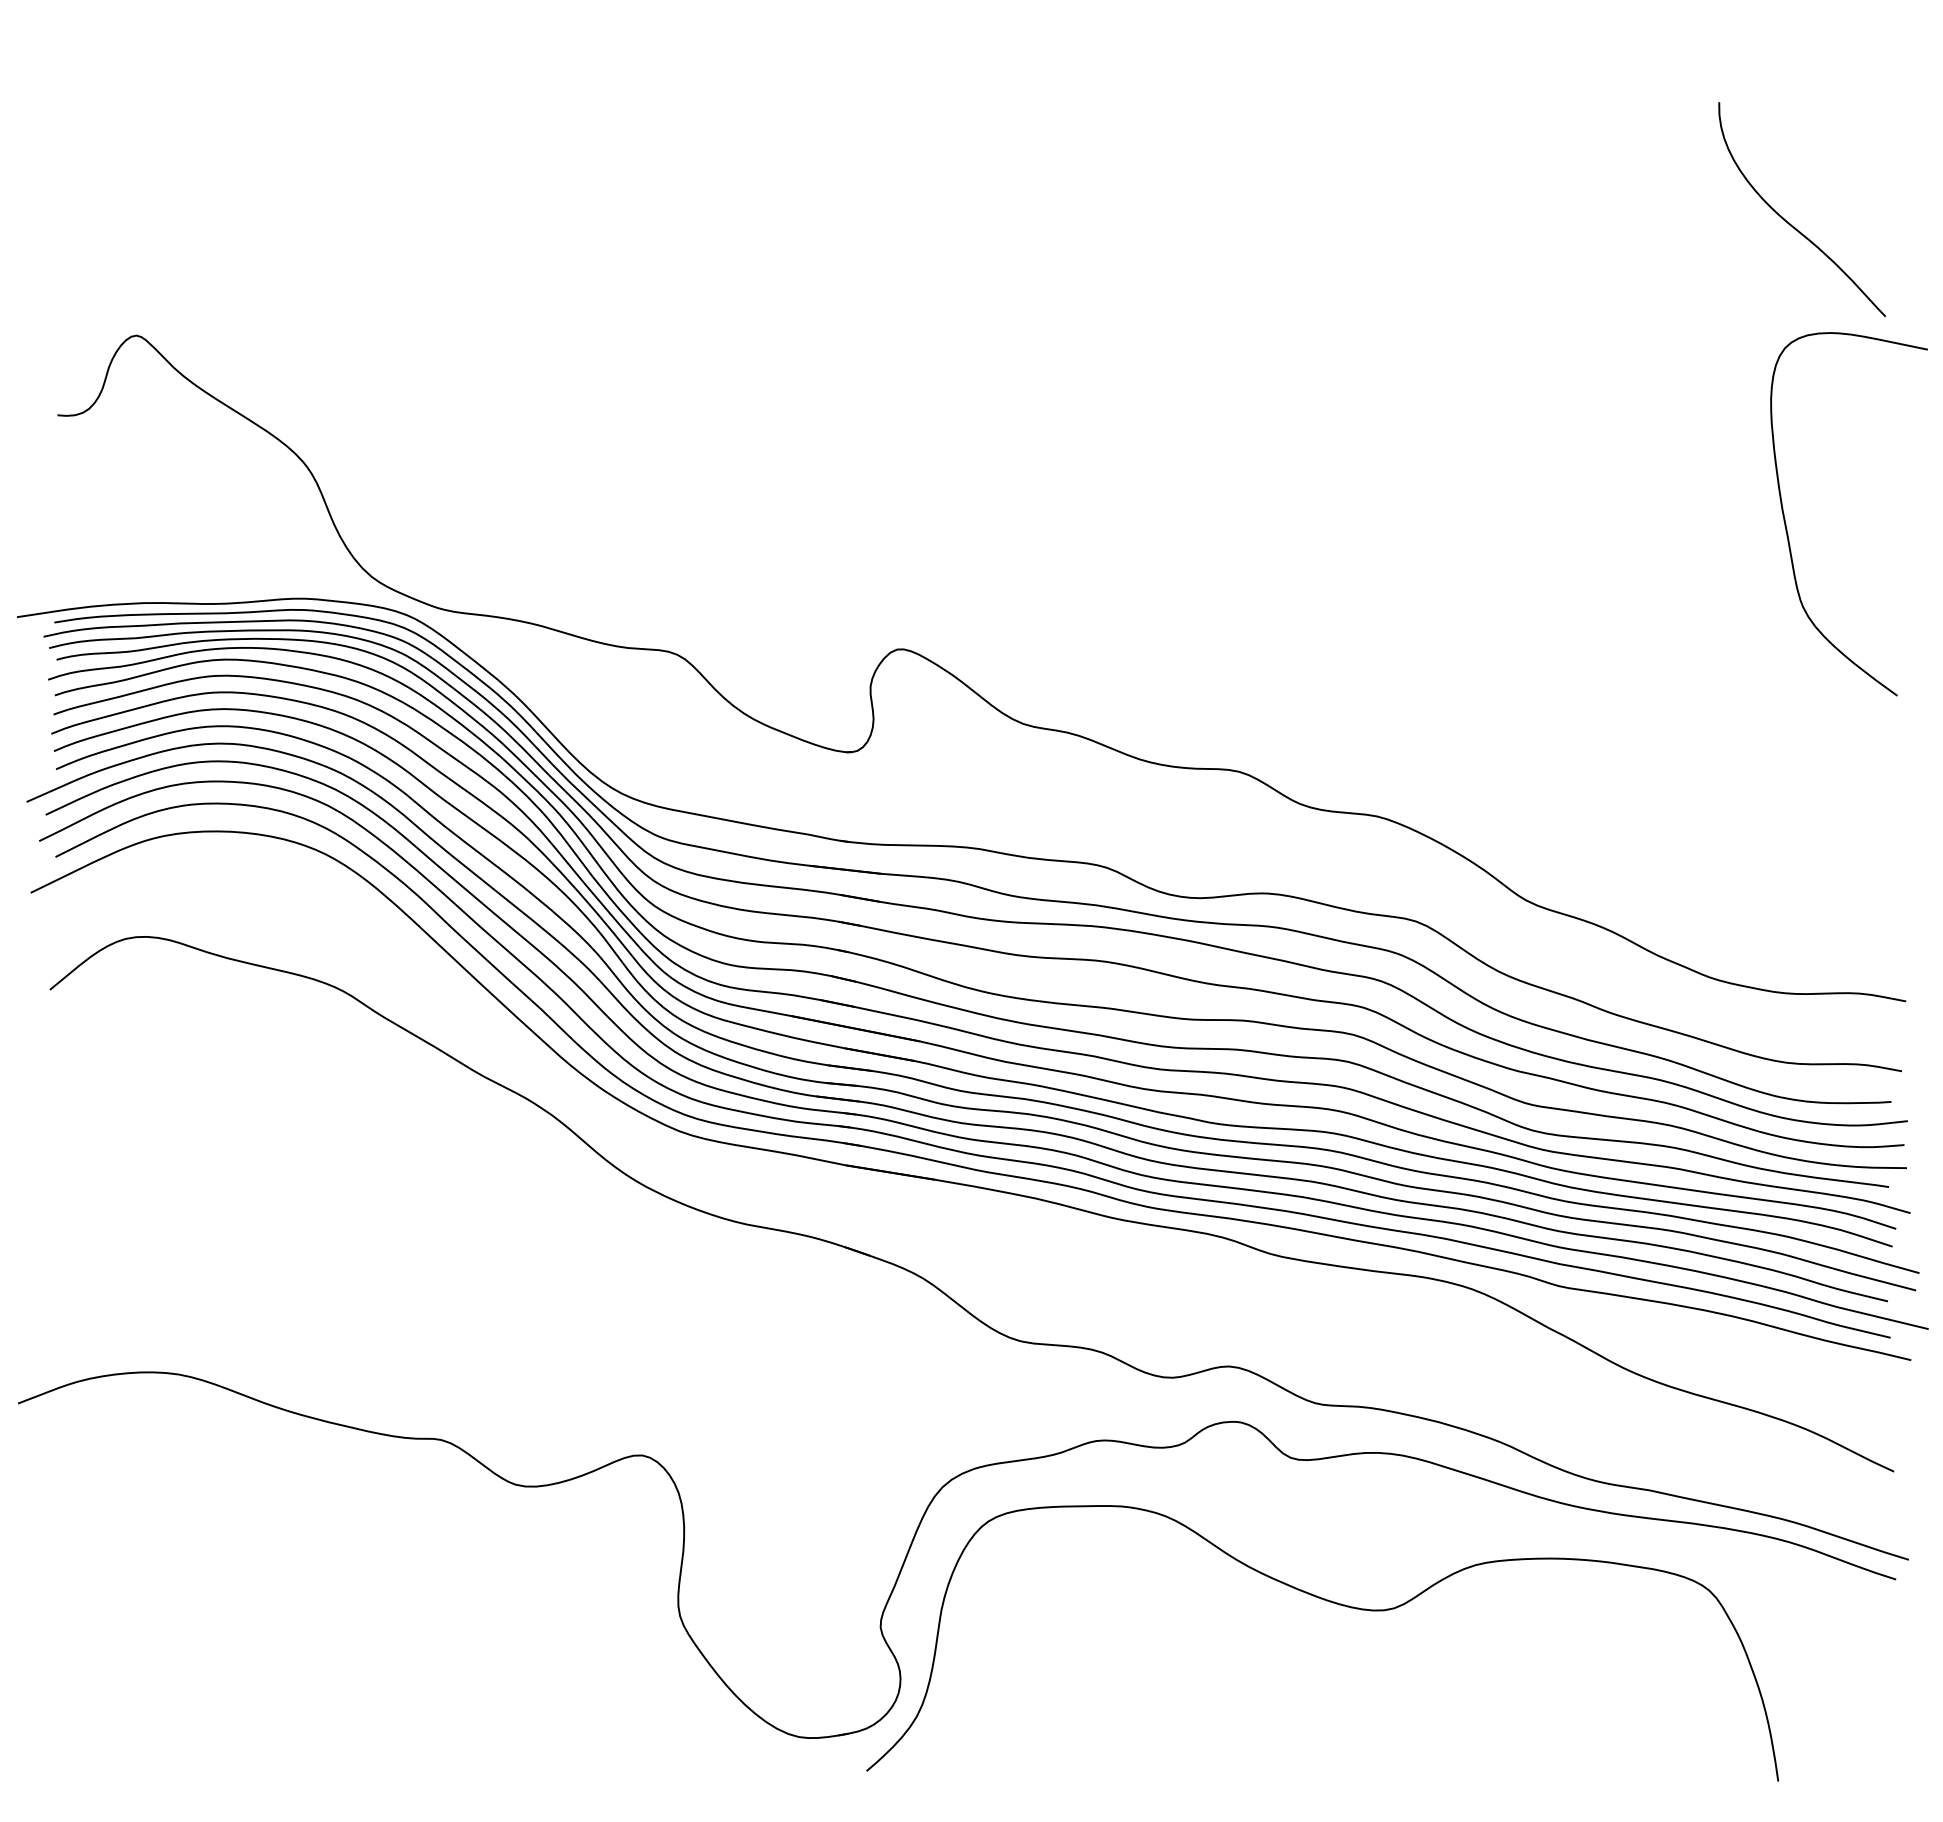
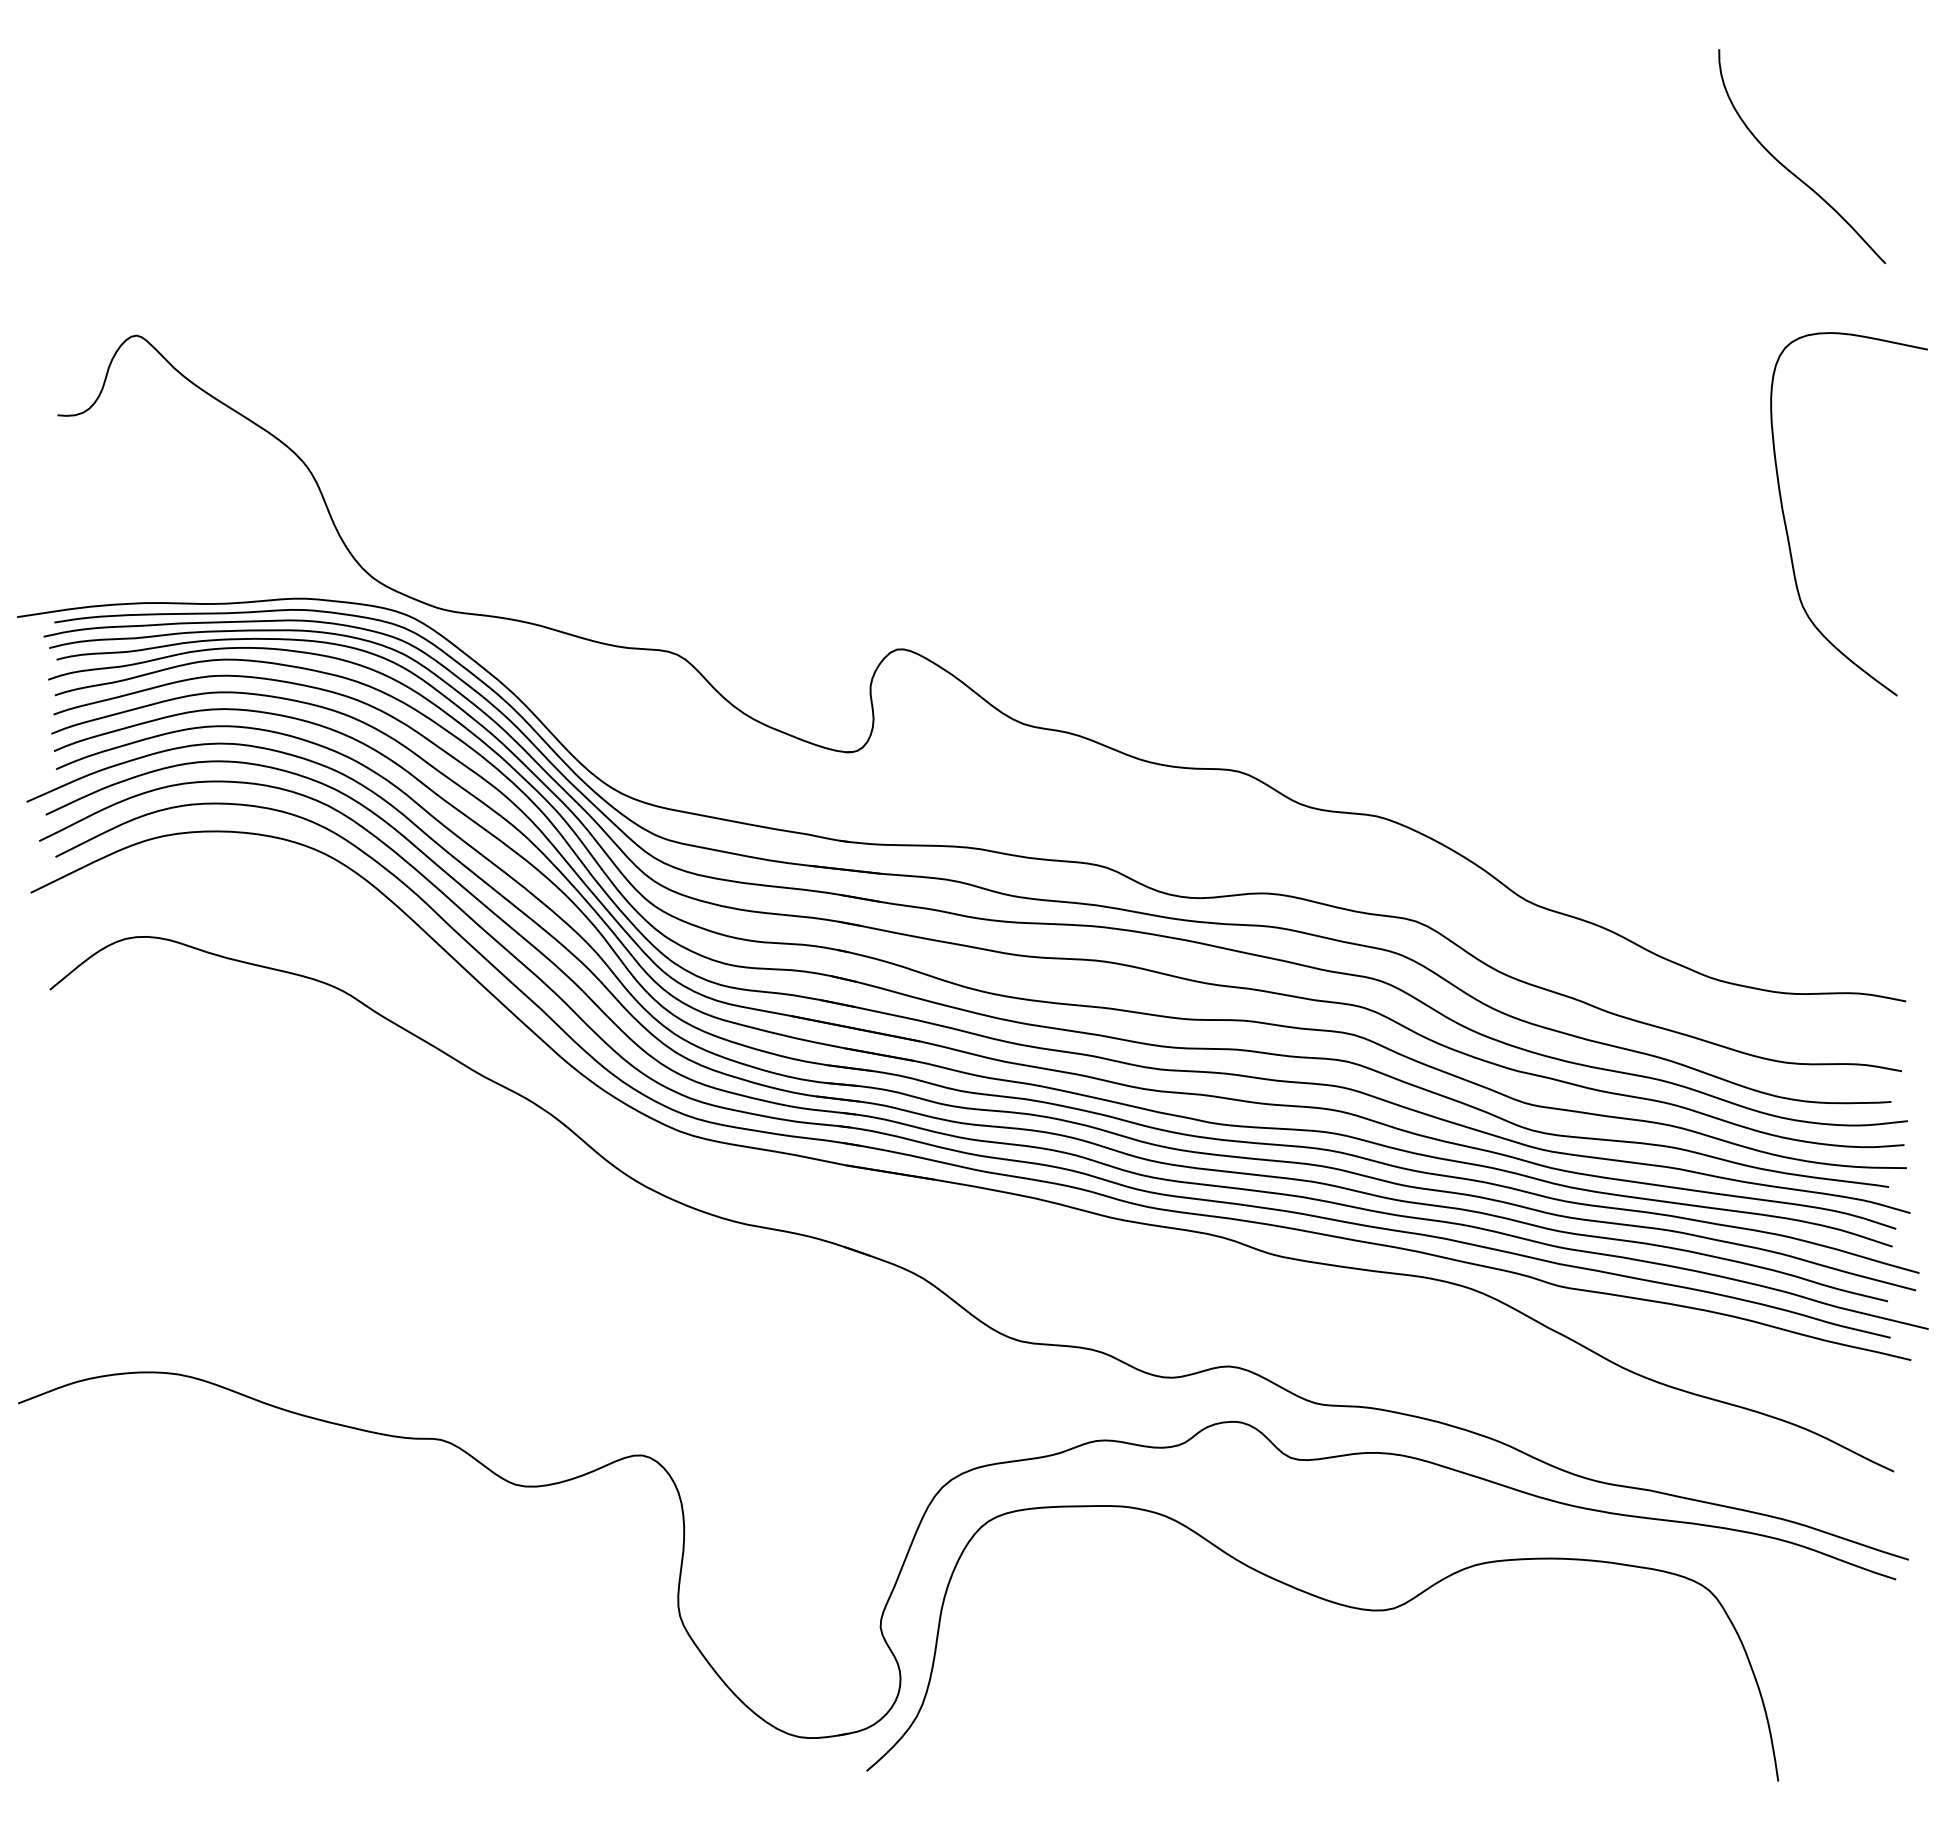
curve at (1789, 222) position: (1789, 222) -> (1789, 169)
